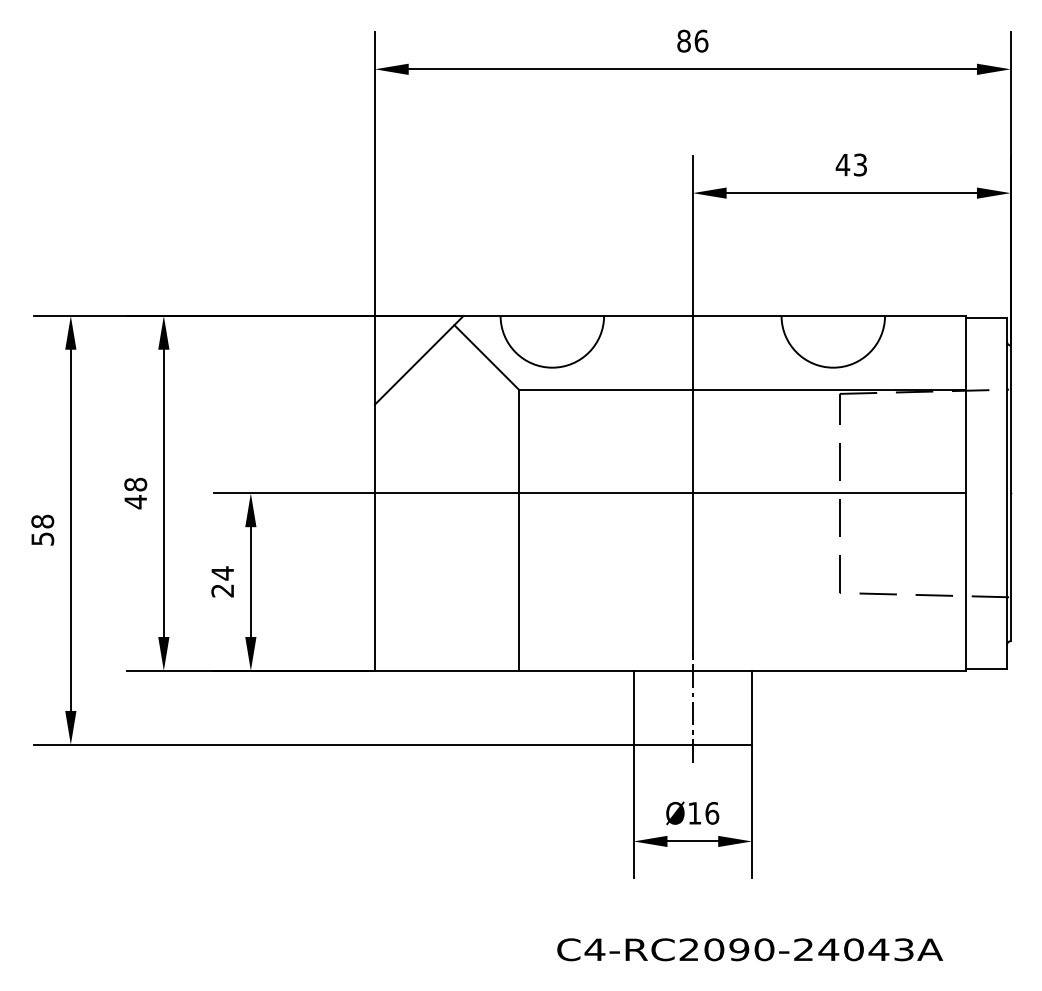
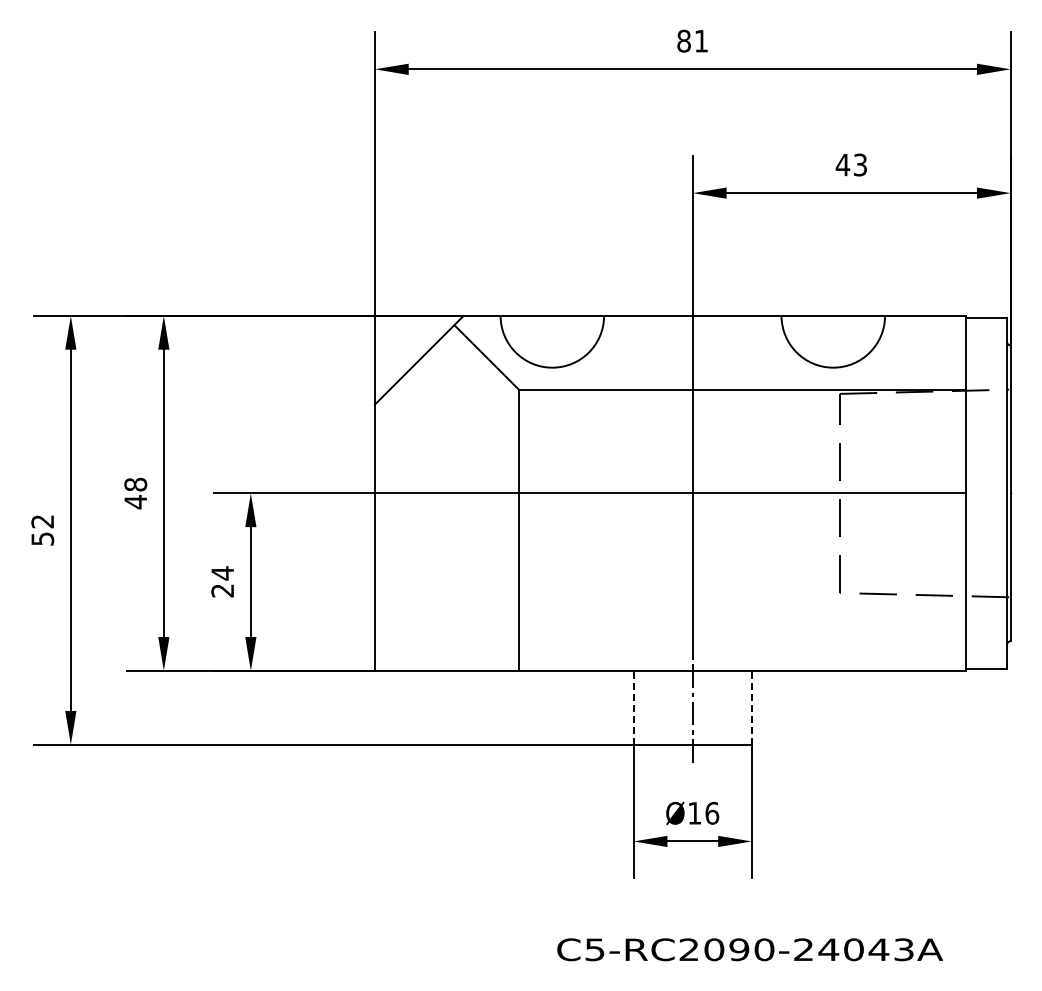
text at (701, 40): 86 -> 81
text at (42, 521): 58 -> 52
line at (633, 707): solid -> dashed
line at (751, 707): solid -> dashed
text at (594, 949): C4-RC2090-24043A -> C5-RC2090-24043A
